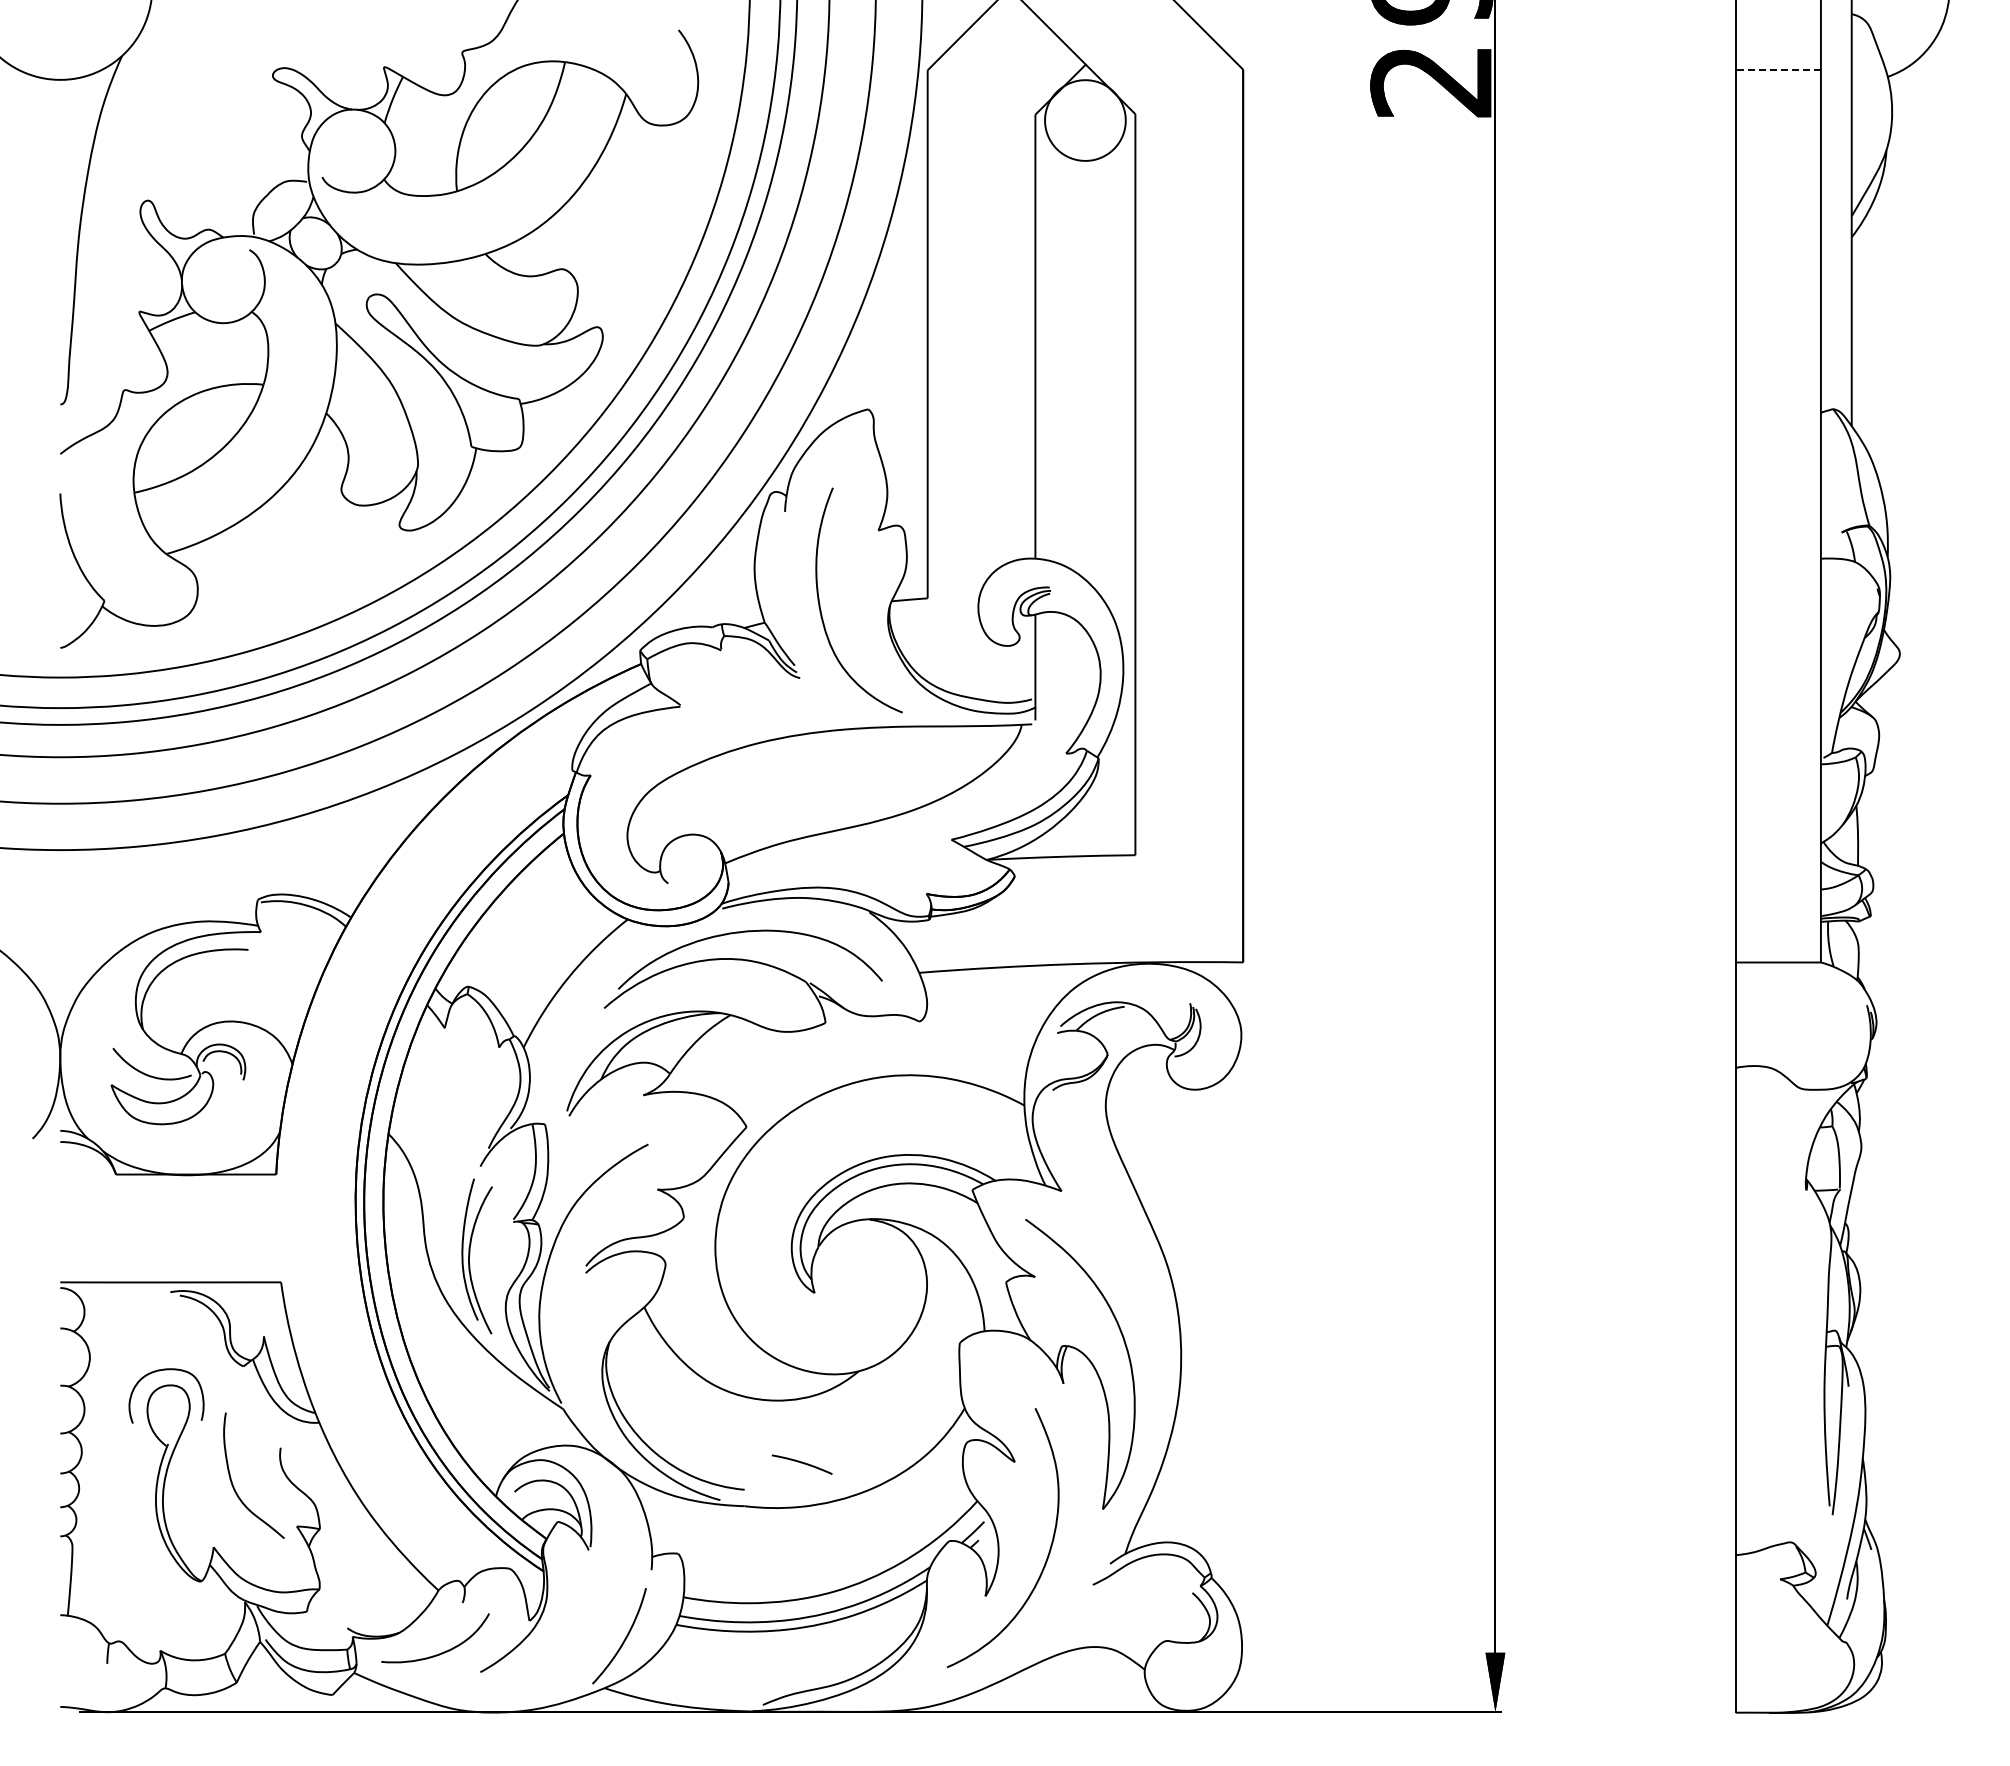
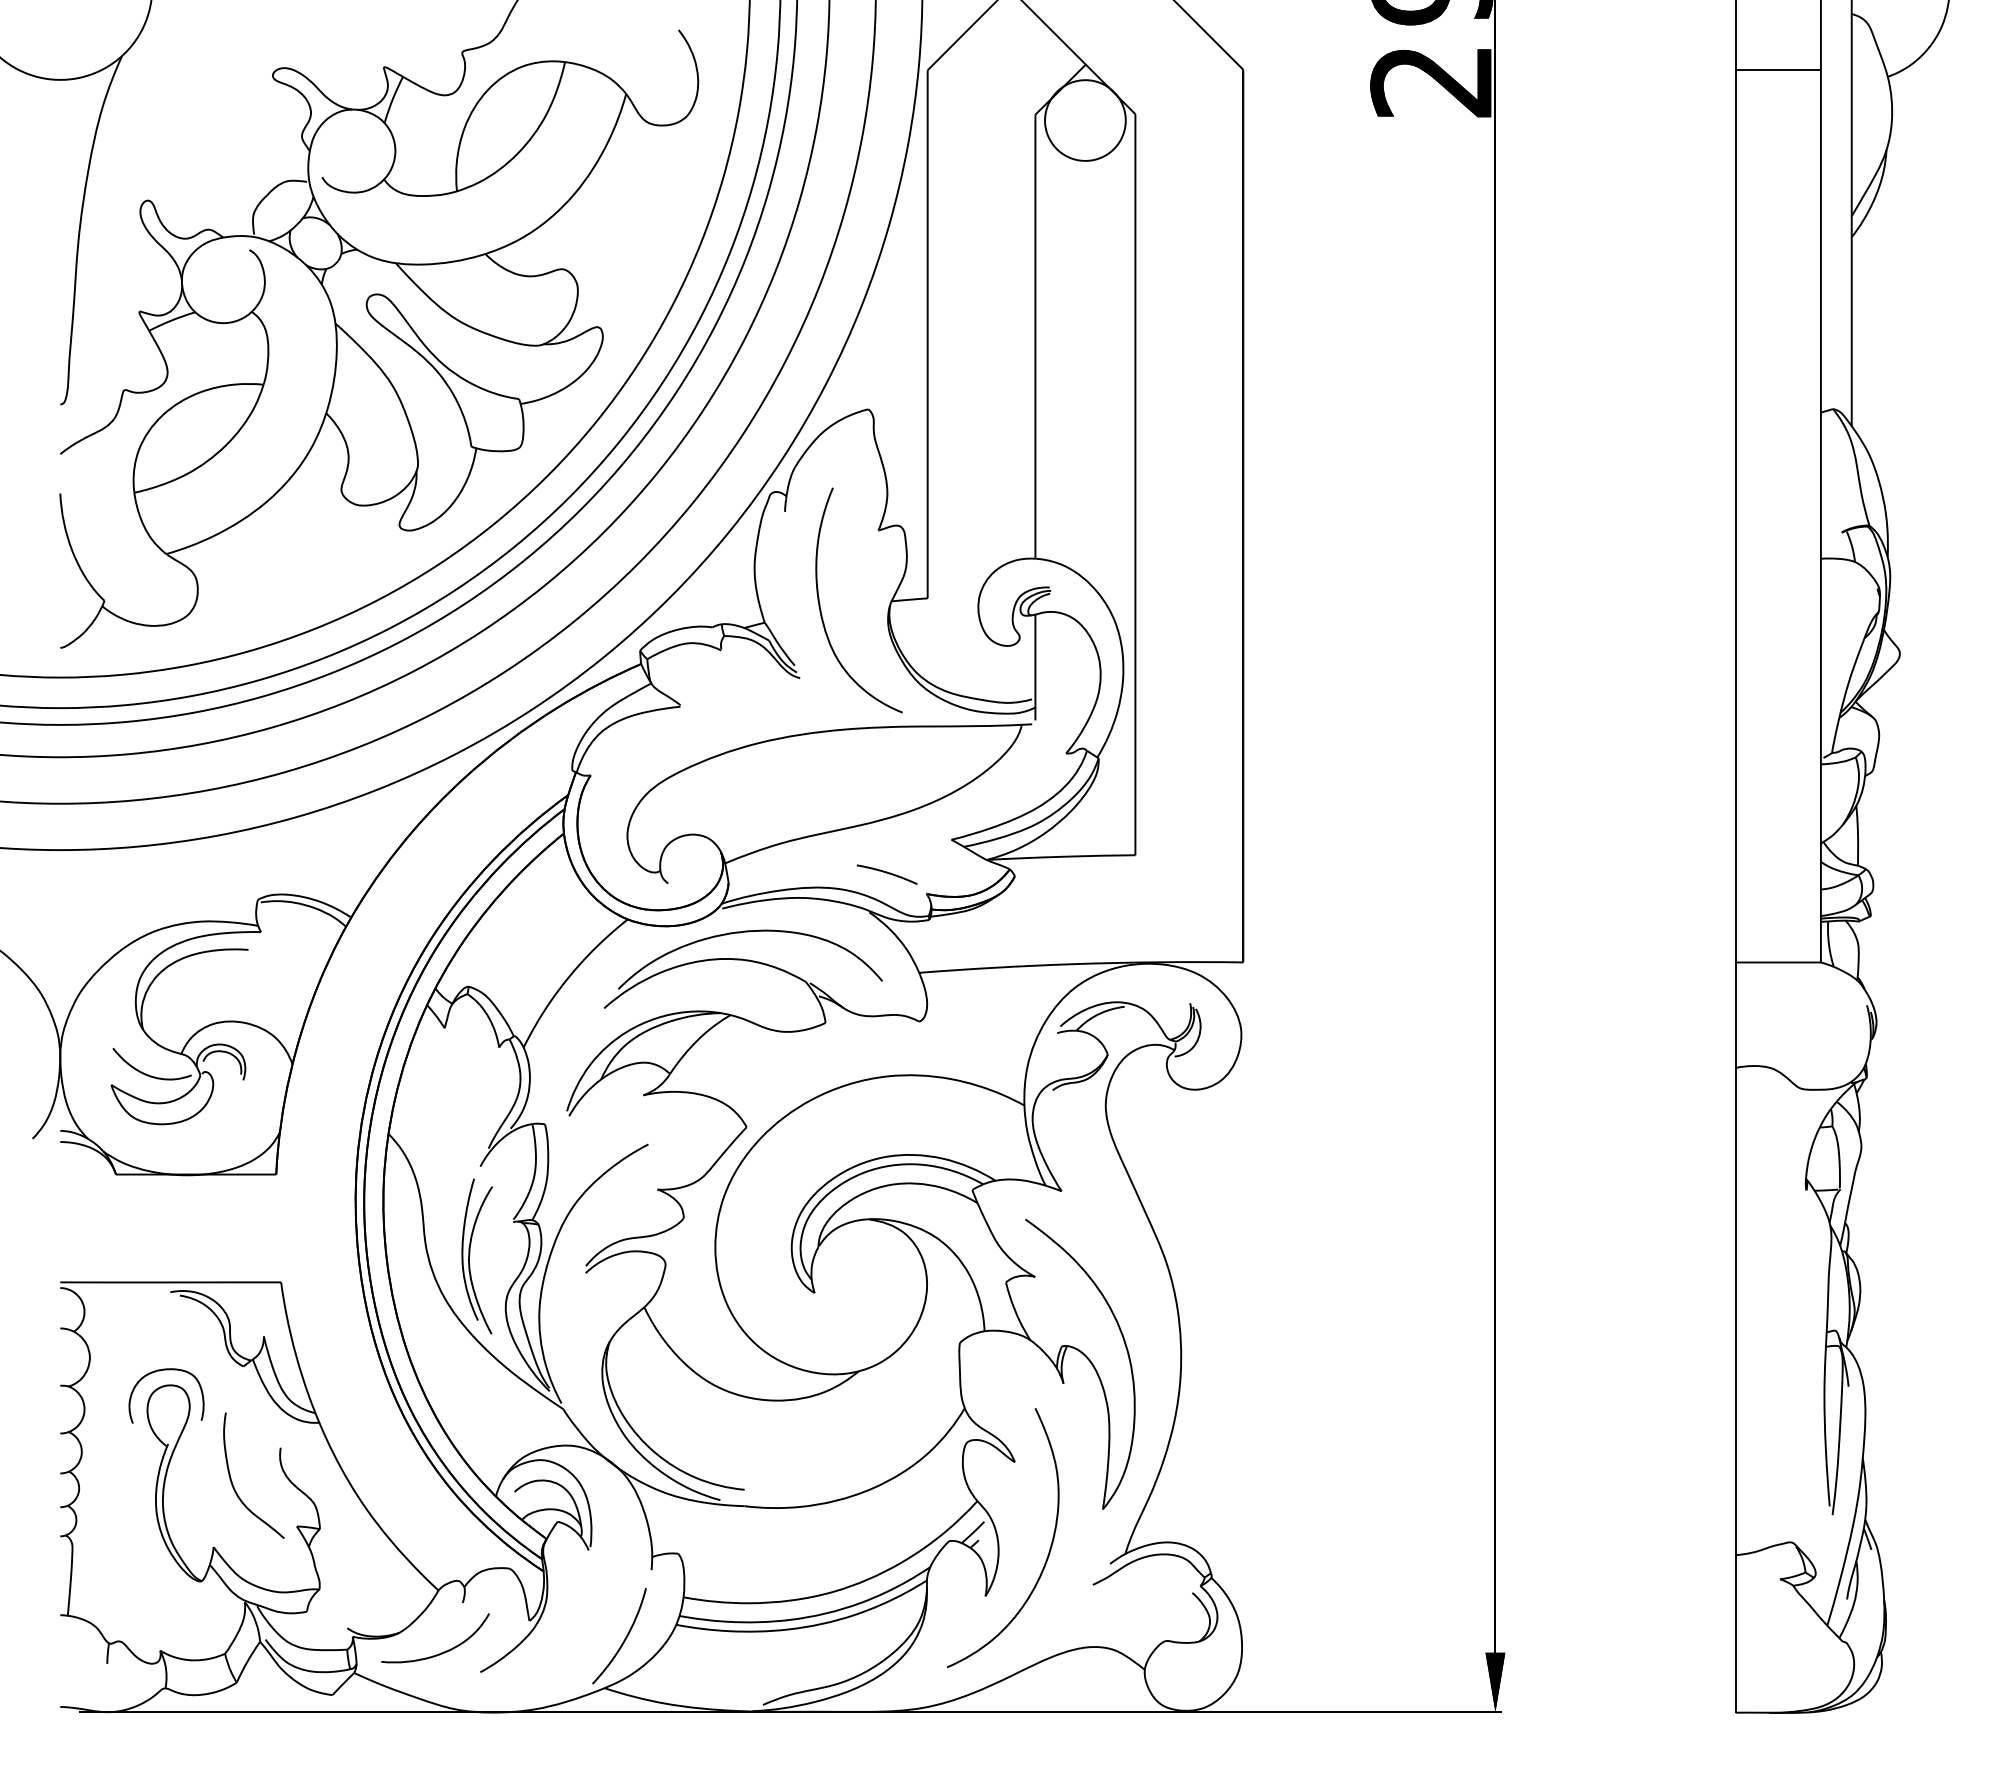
line at (1778, 70): dashed -> solid
curve at (801, 1463) position: (801, 1463) -> (886, 873)
